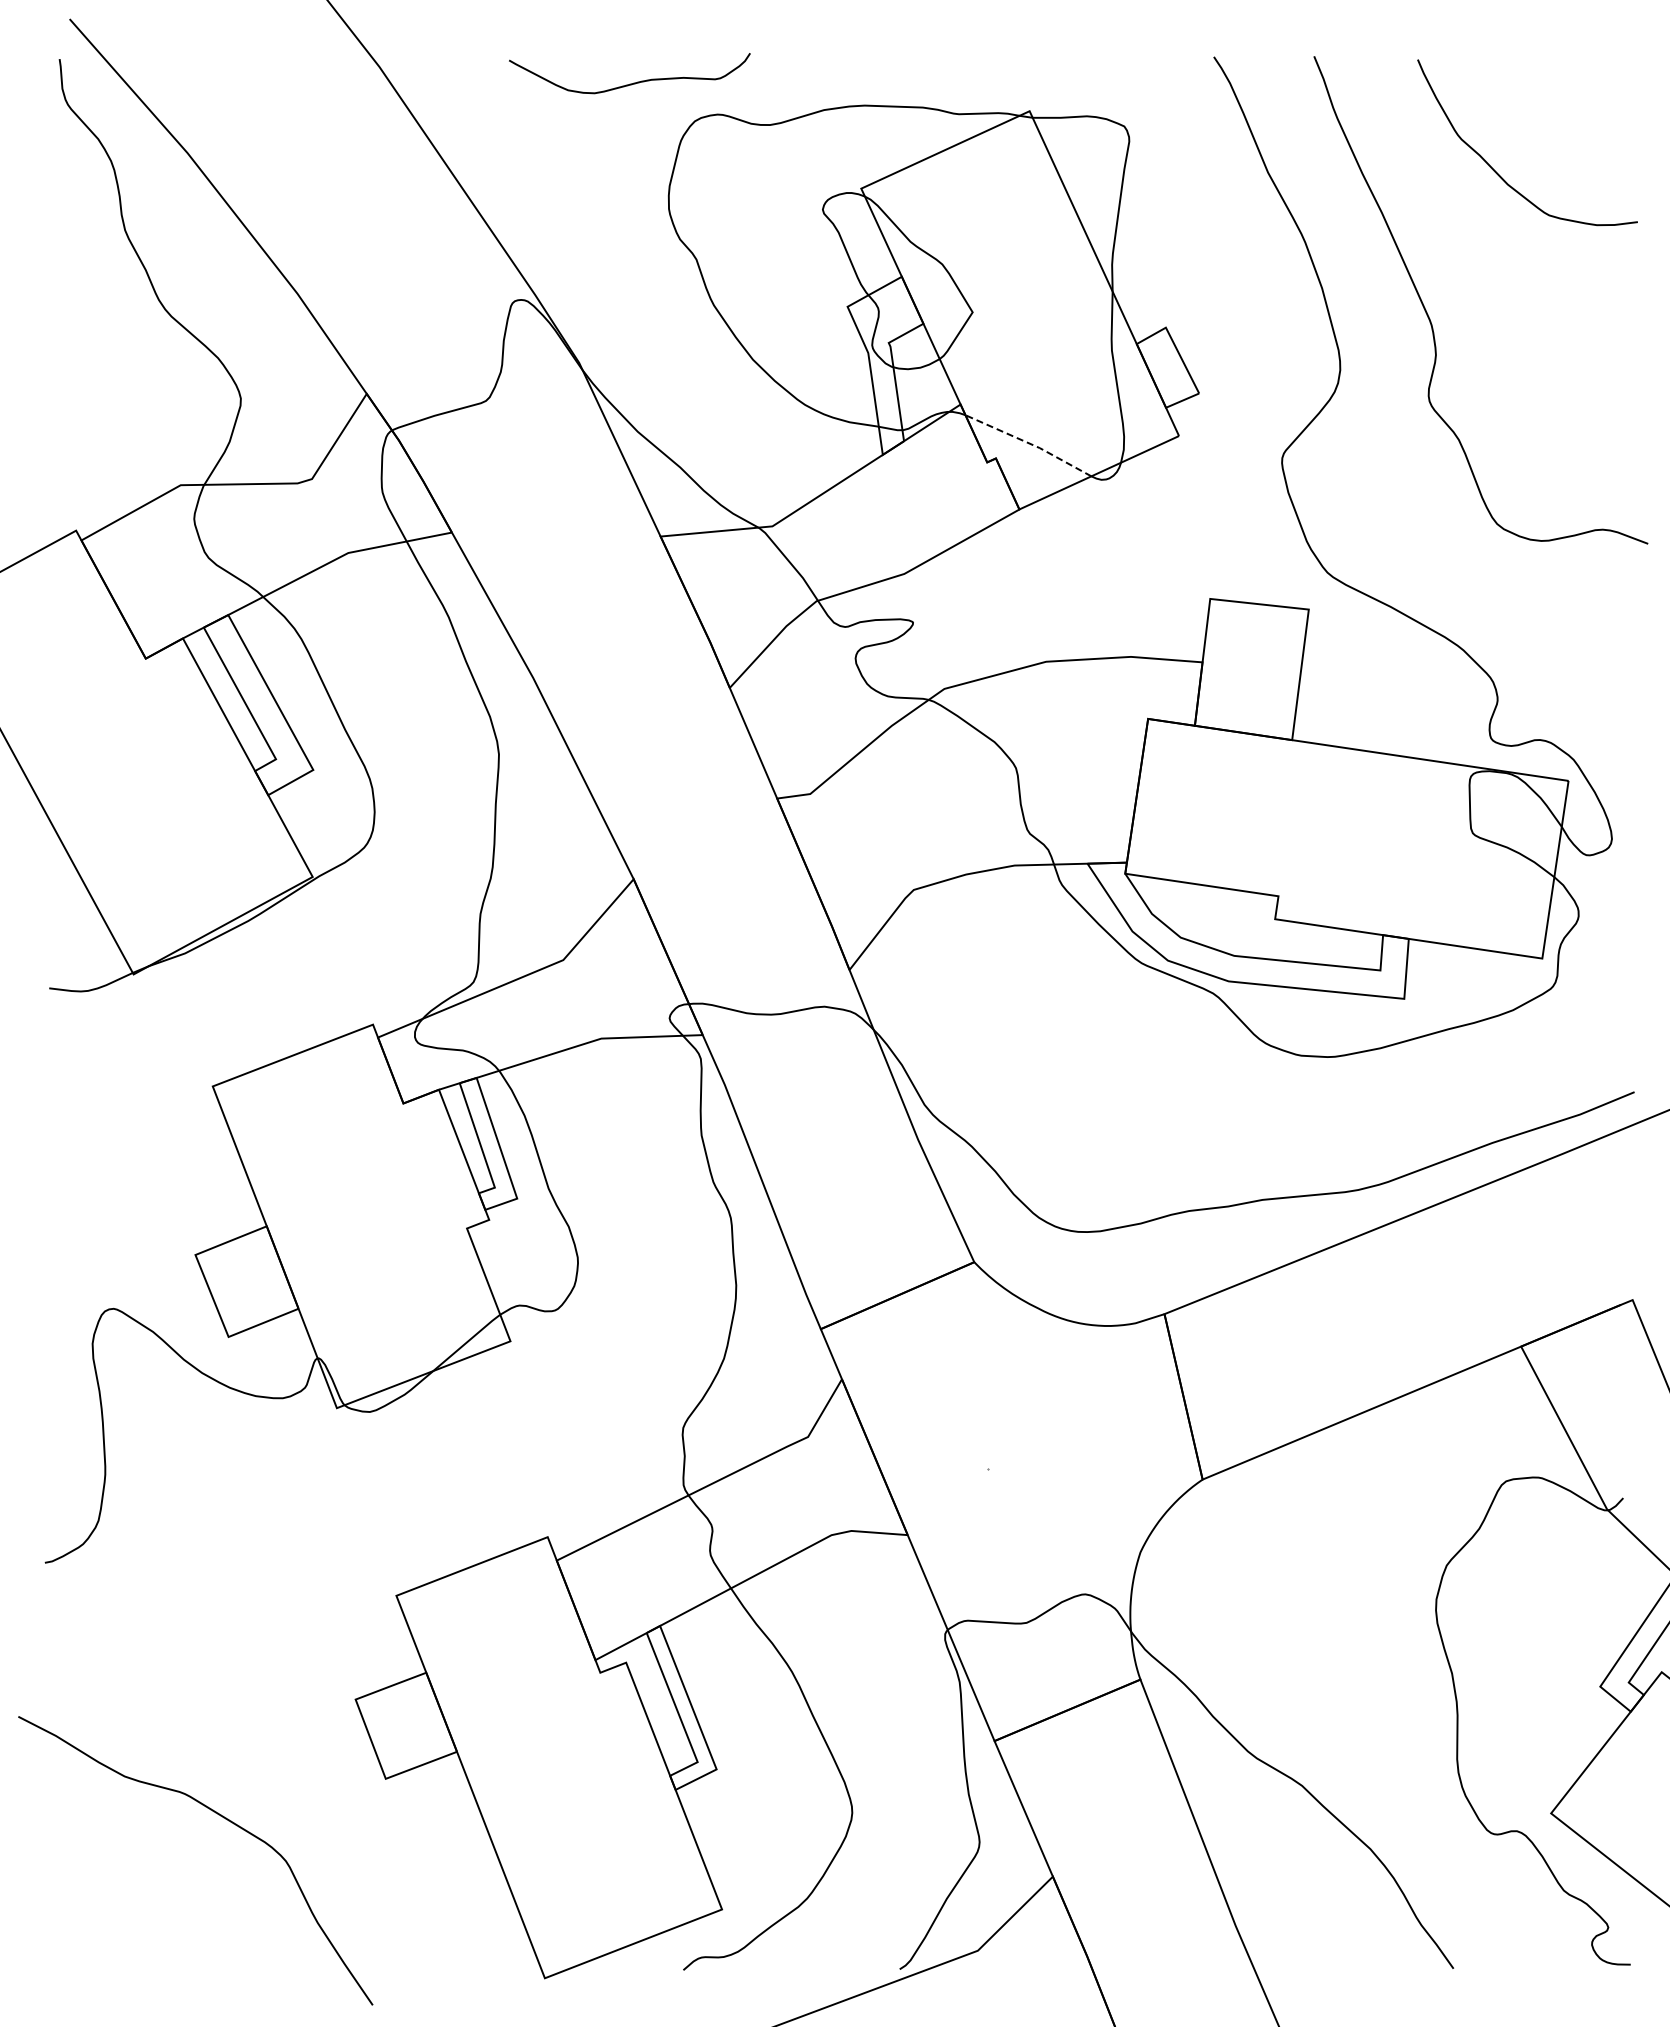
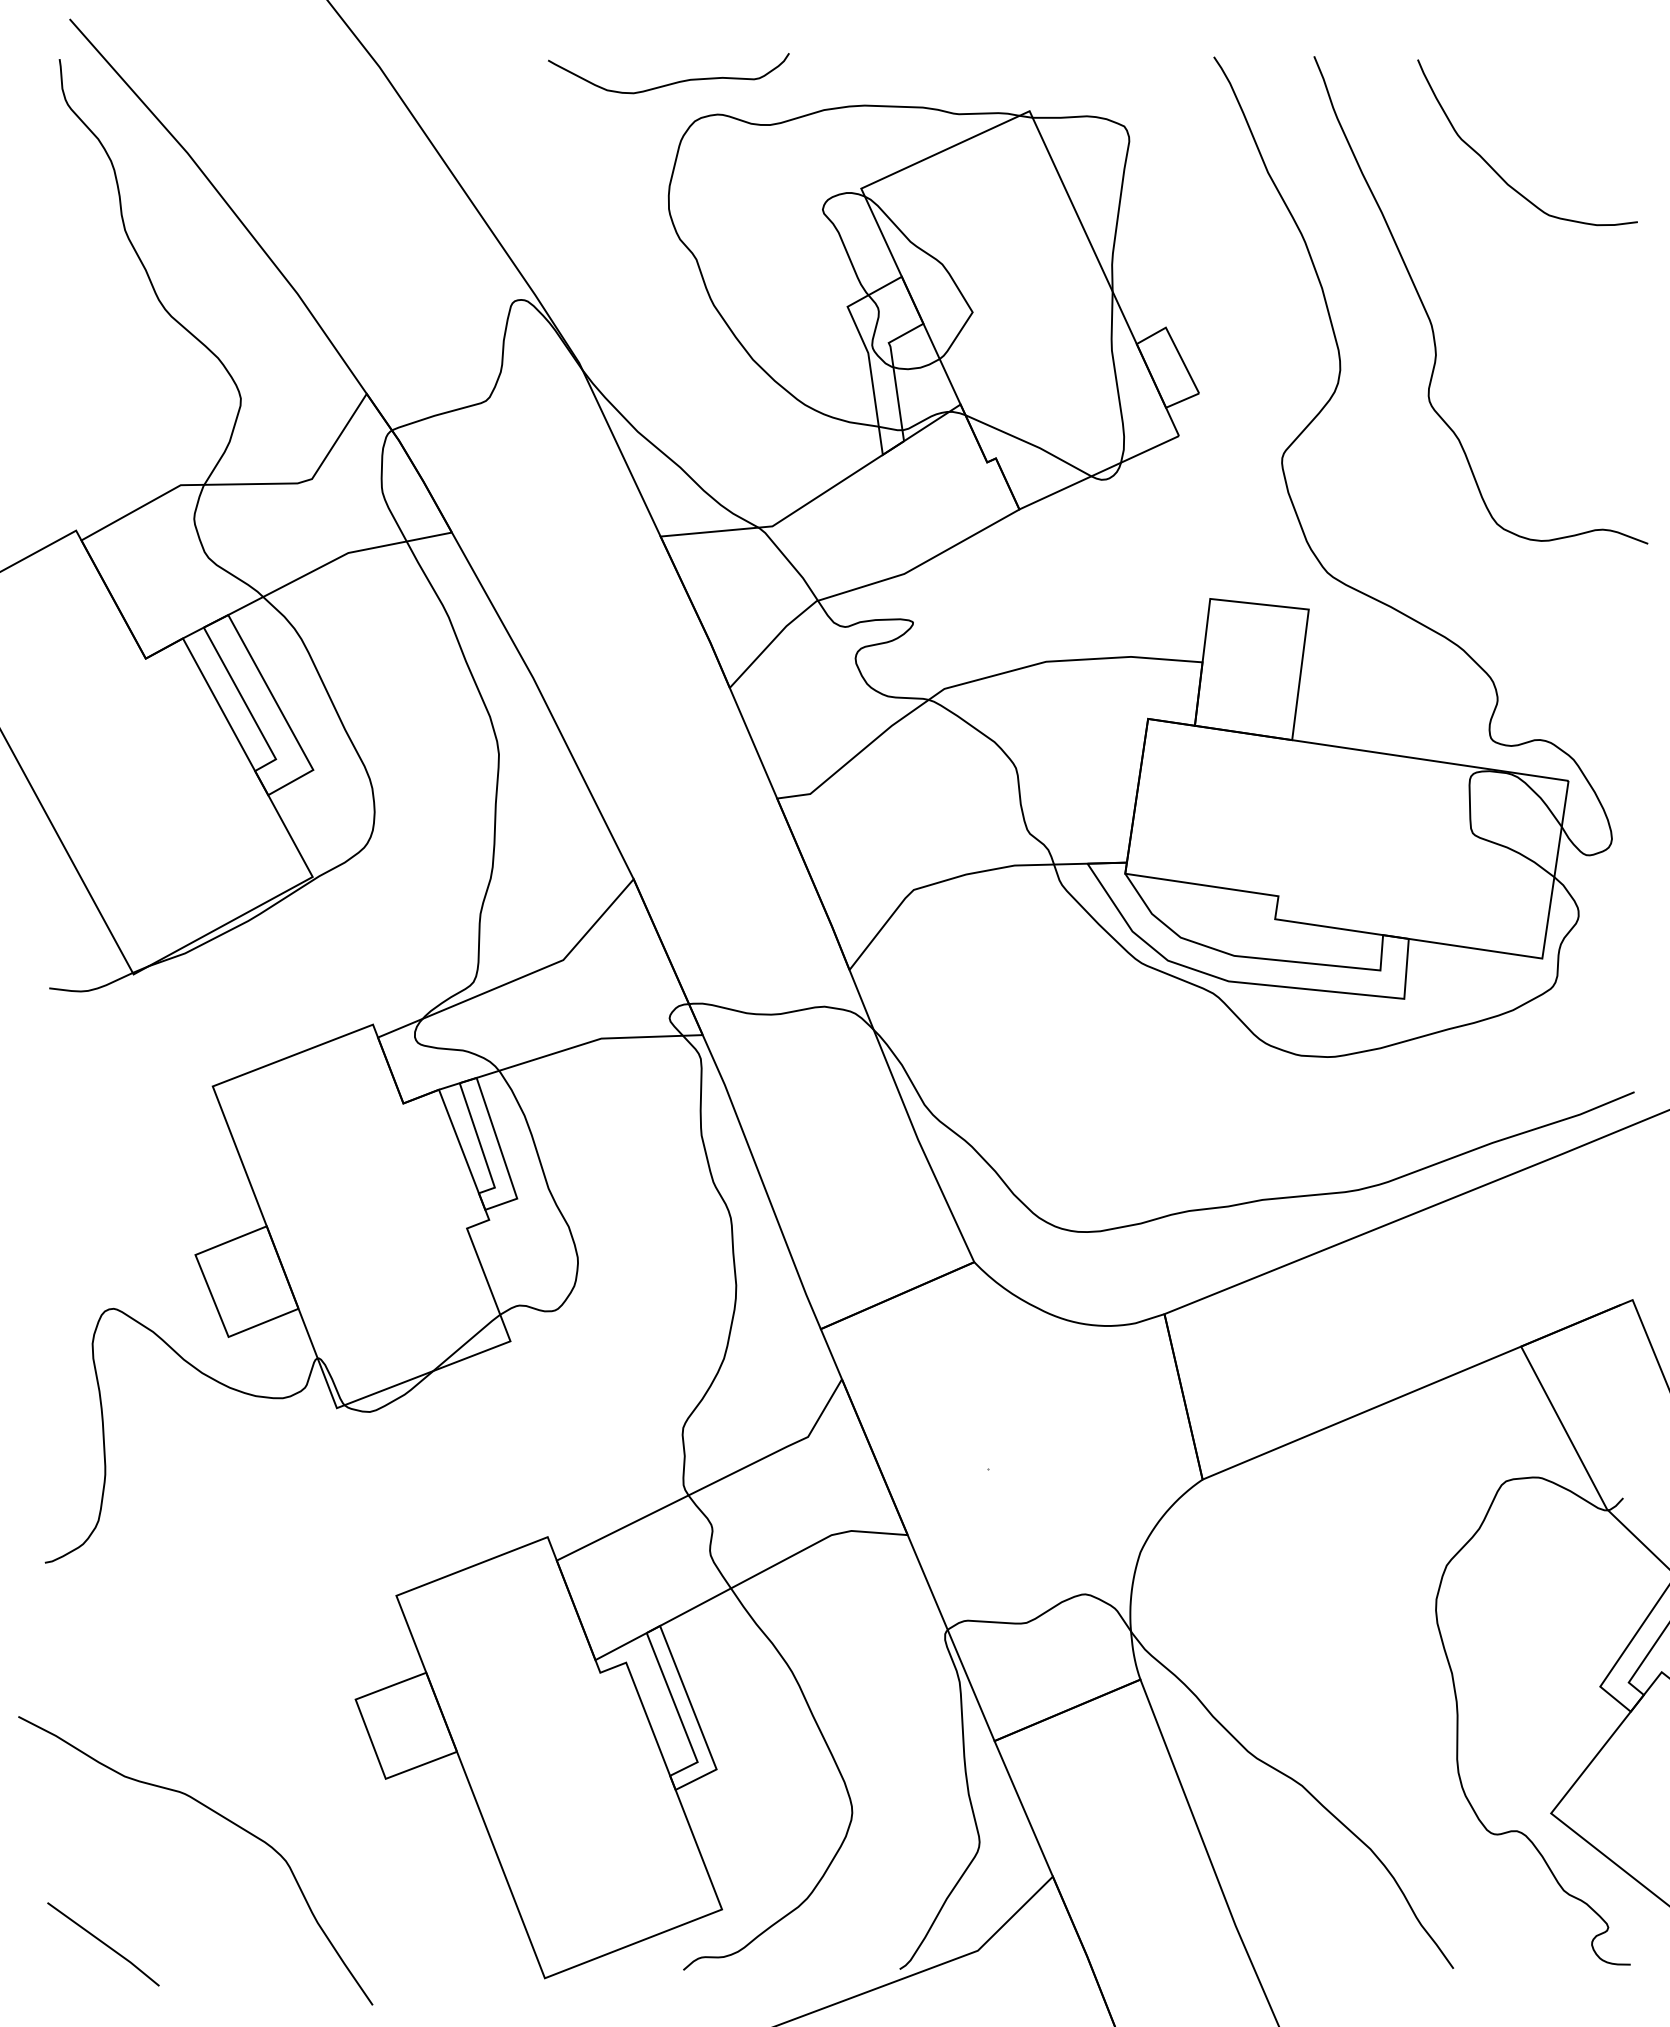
curve at (633, 82) position: (633, 82) -> (672, 82)
line at (1029, 443): dashed -> solid
line at (103, 1944): none -> present
